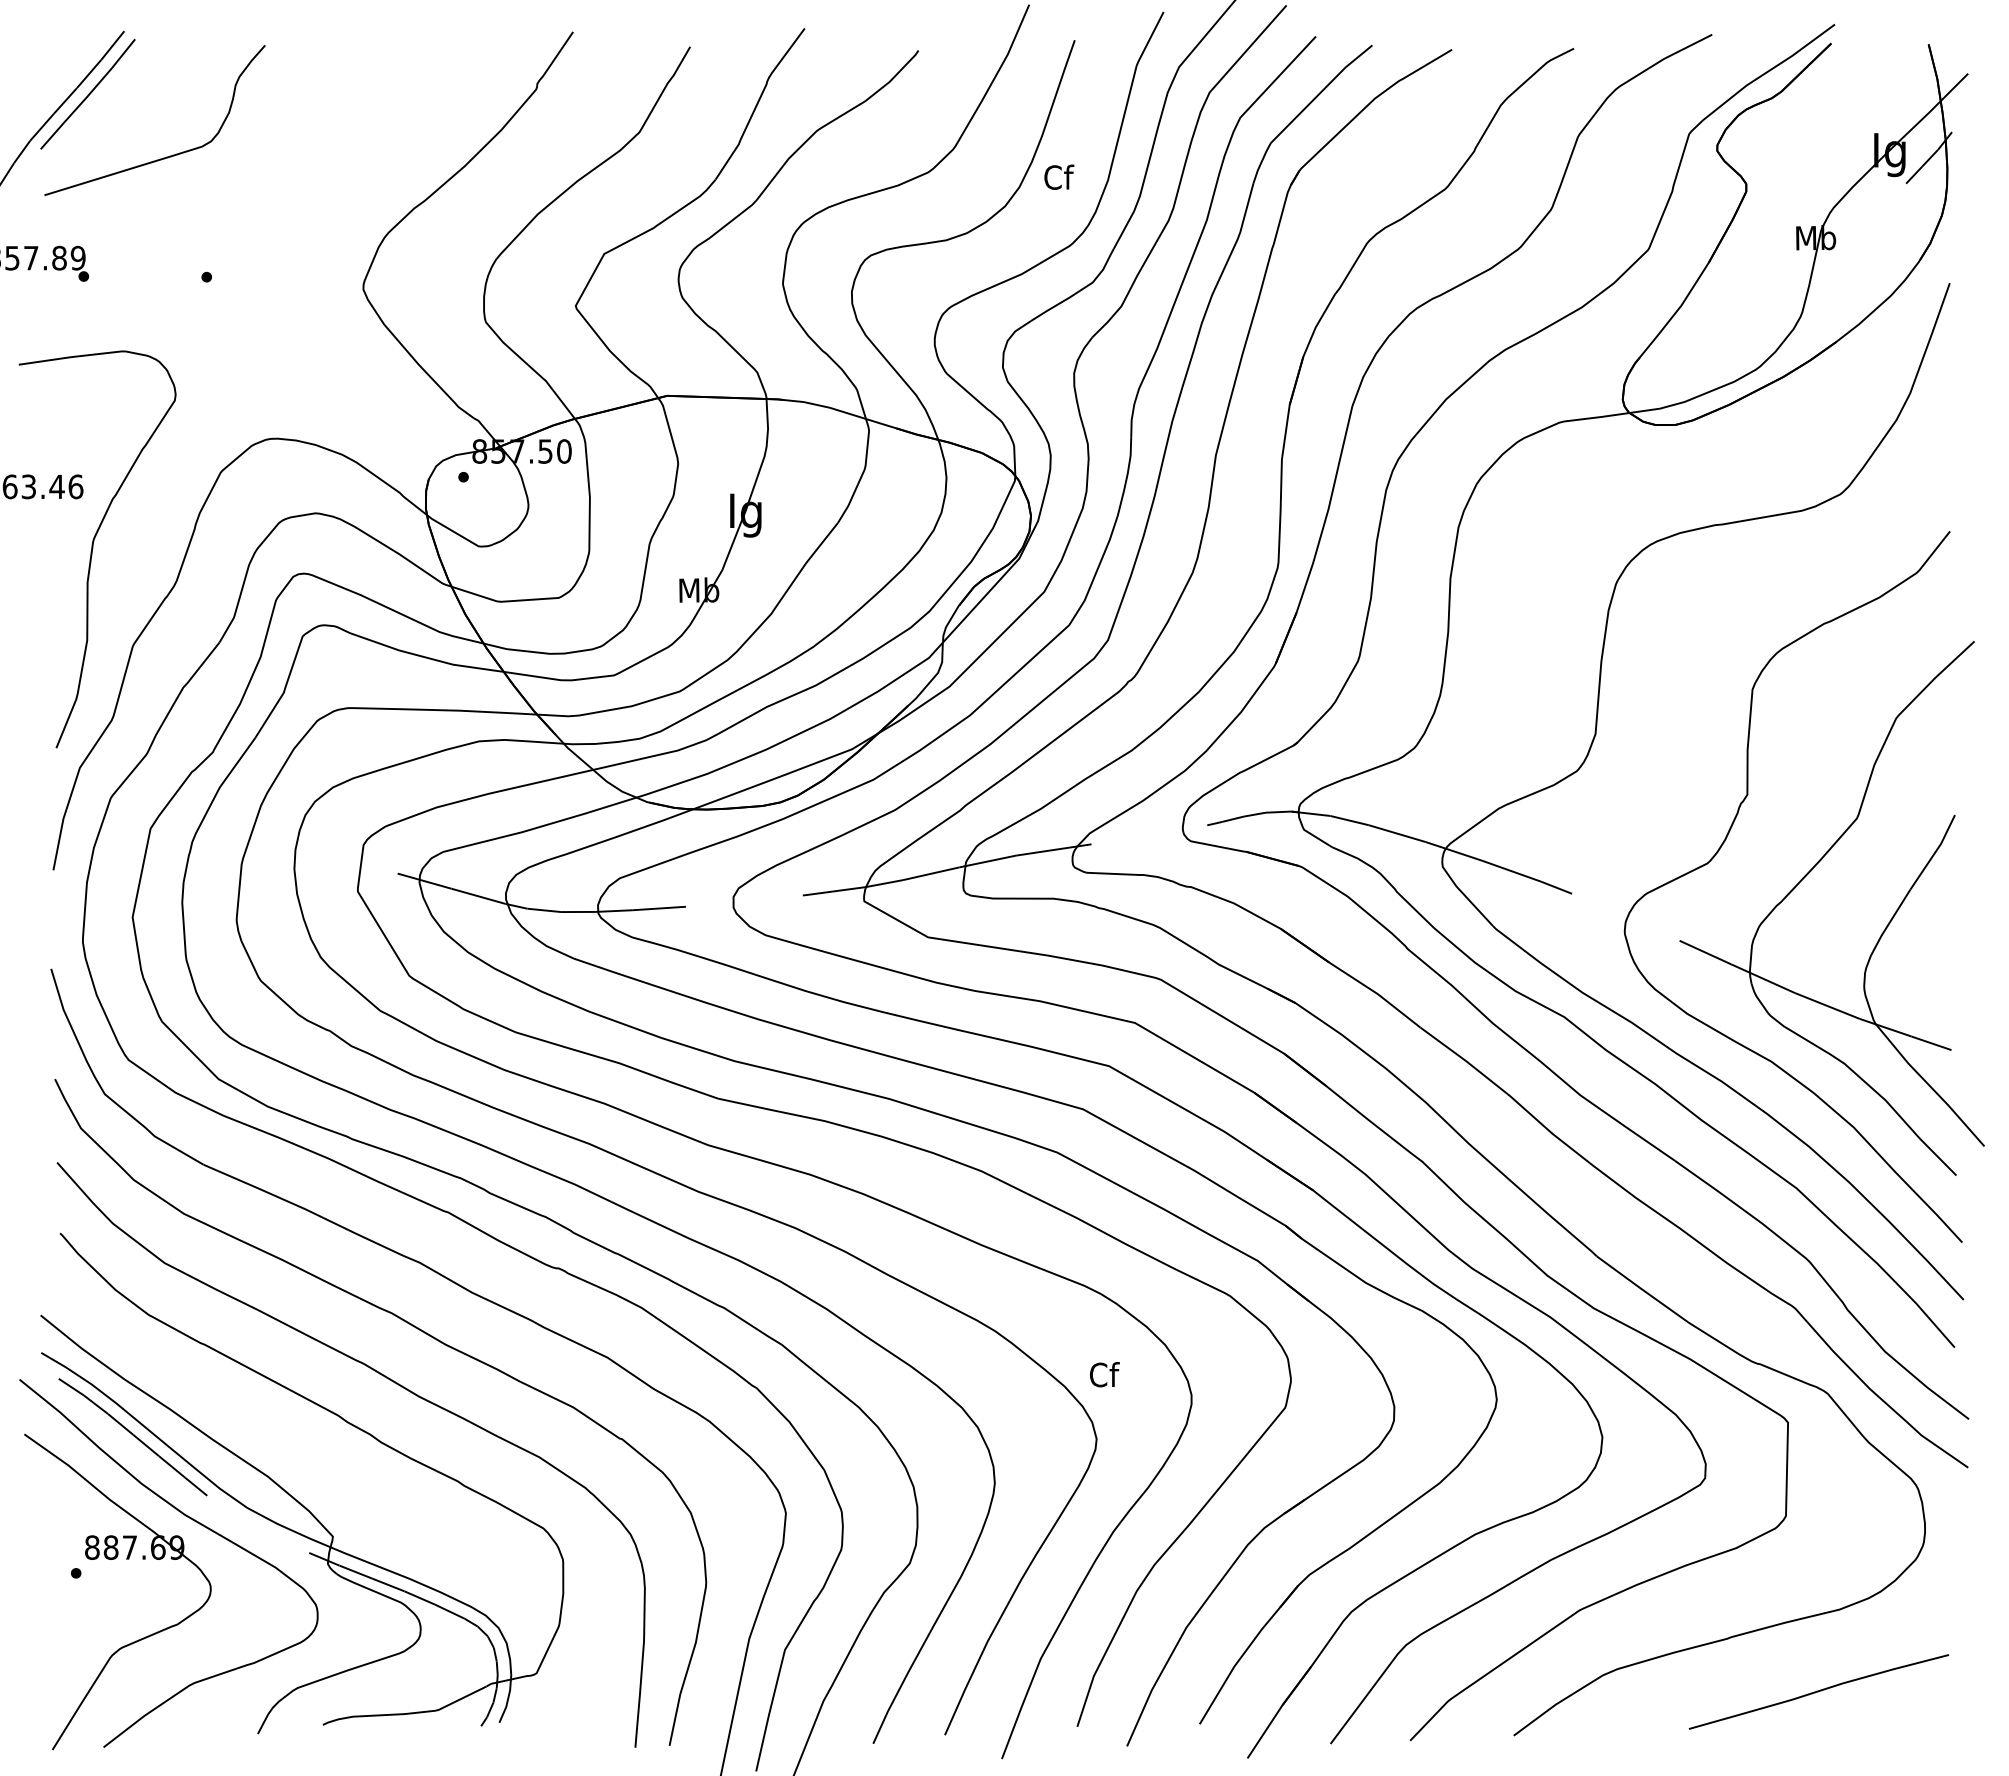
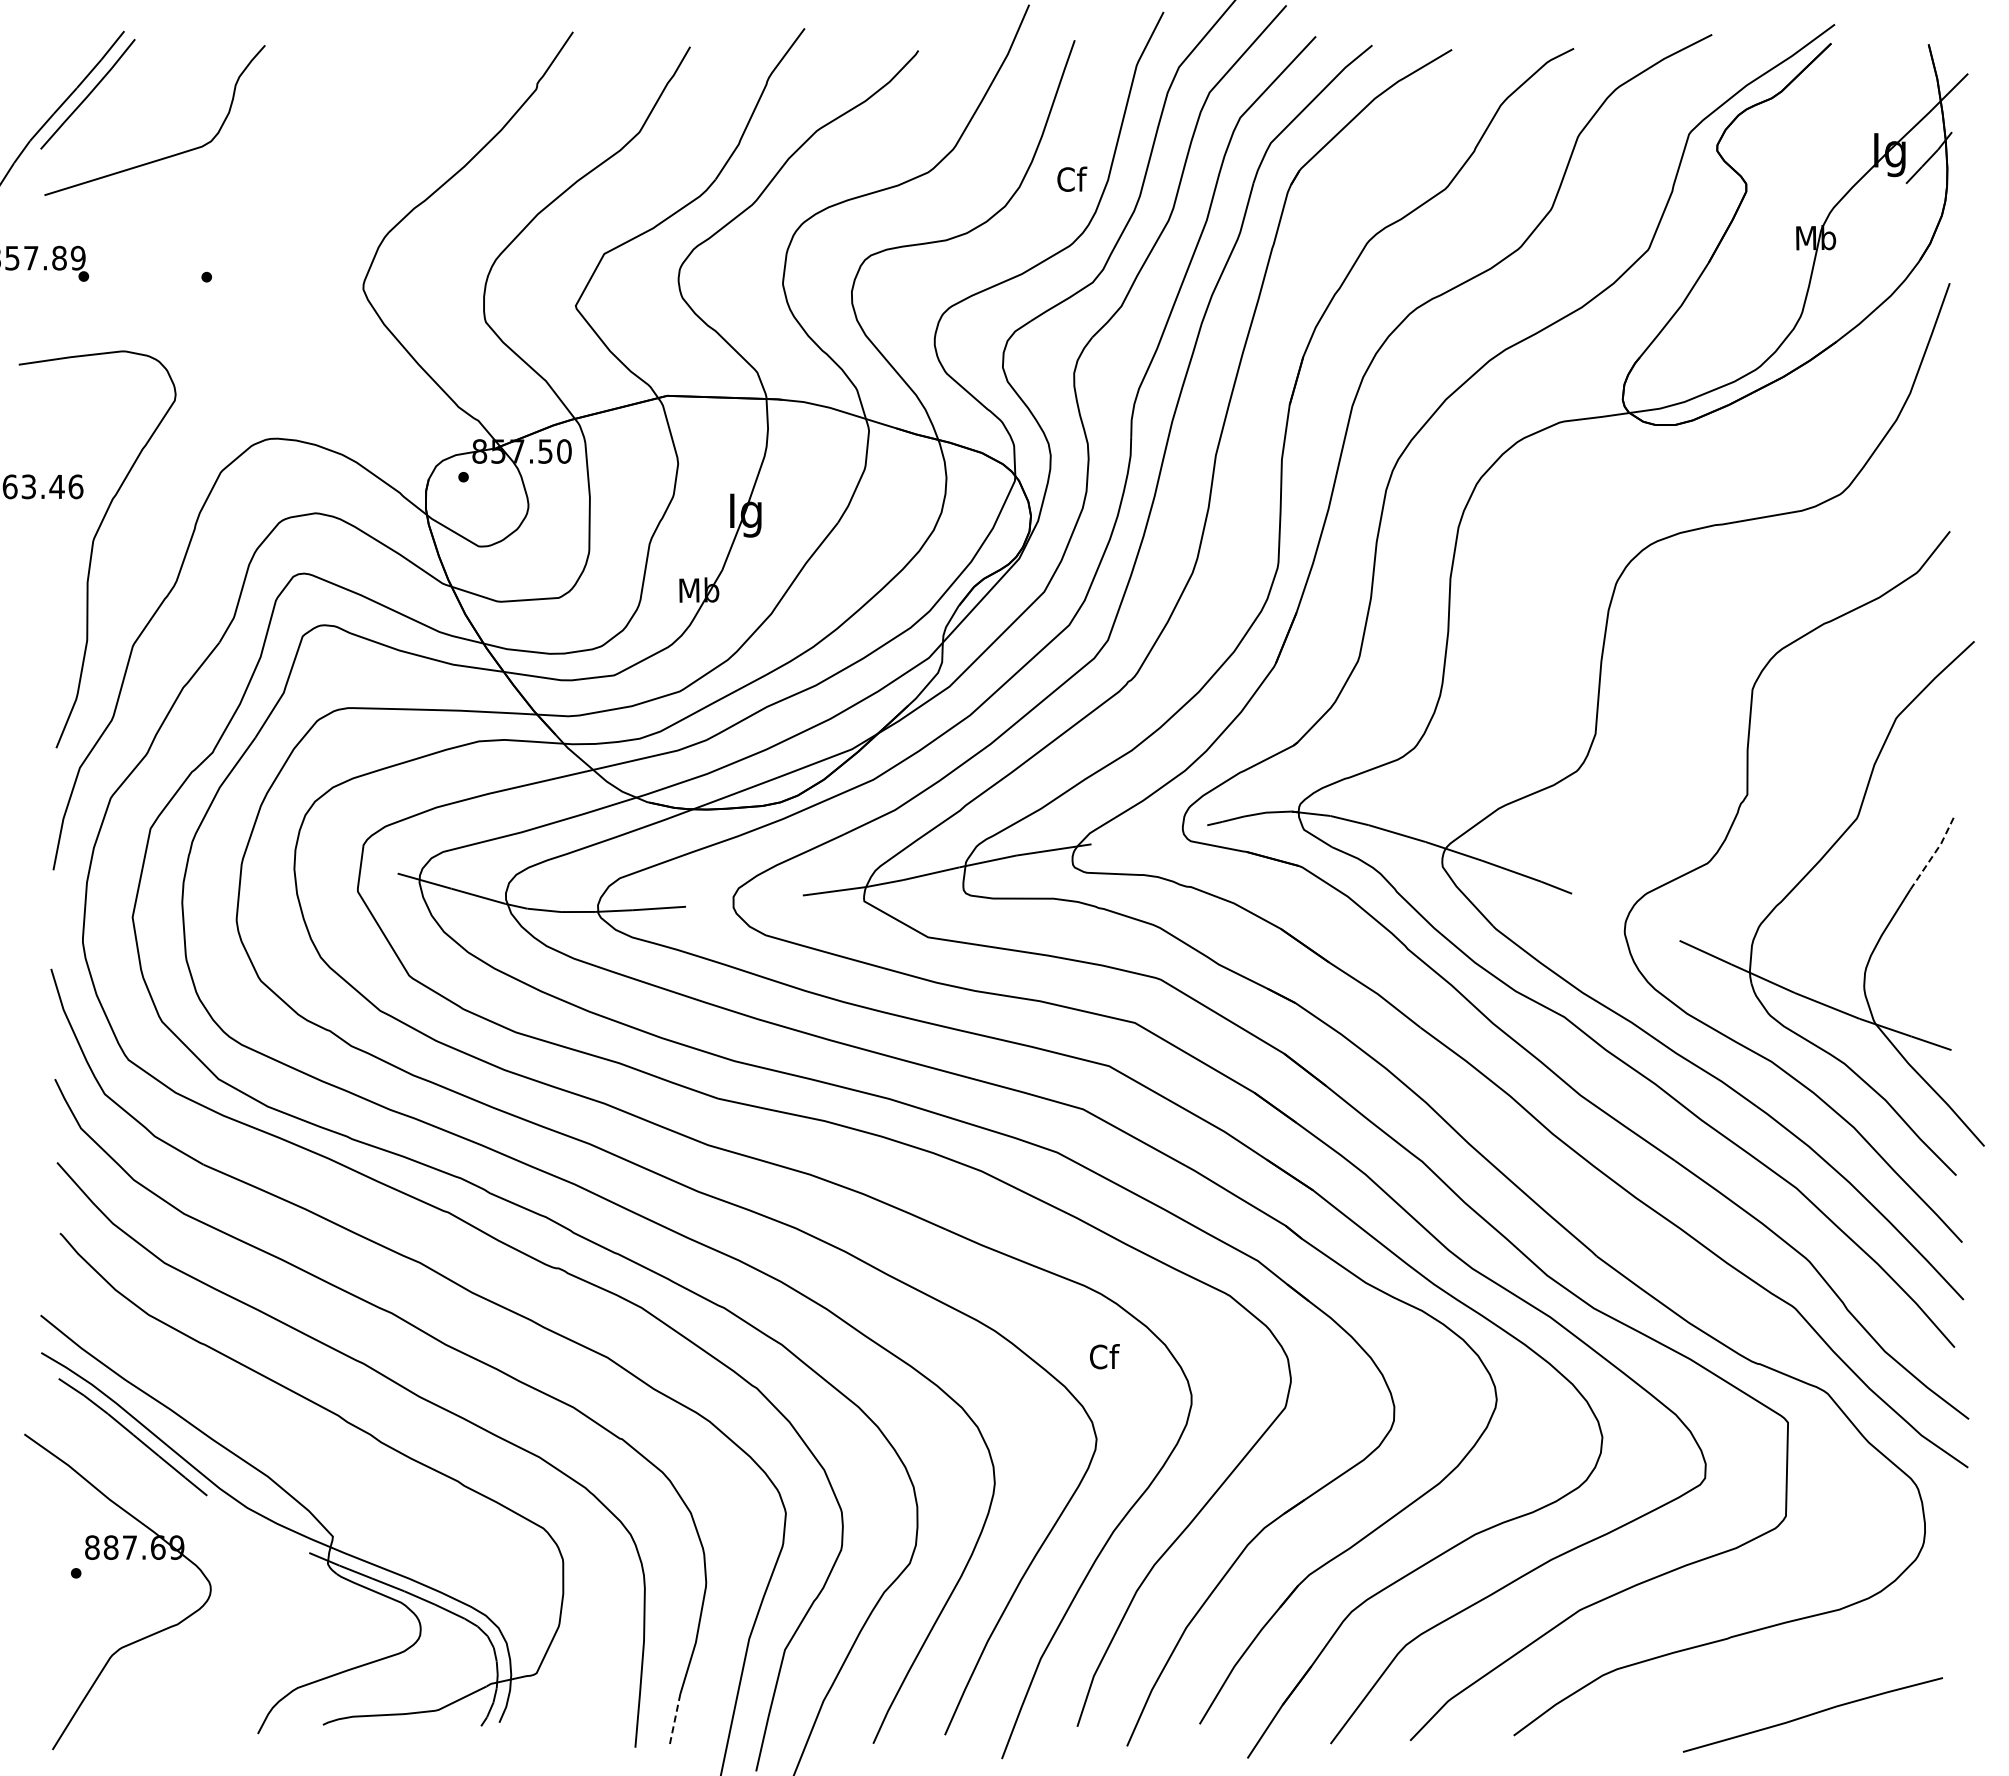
text at (1059, 176) position: (1059, 176) -> (1072, 178)
line at (1935, 852): solid -> dashed
text at (1104, 1374) position: (1104, 1374) -> (1104, 1356)
curve at (190, 1519): present -> none
curve at (1818, 1691) position: (1818, 1691) -> (1812, 1714)
line at (674, 1720): solid -> dashed
